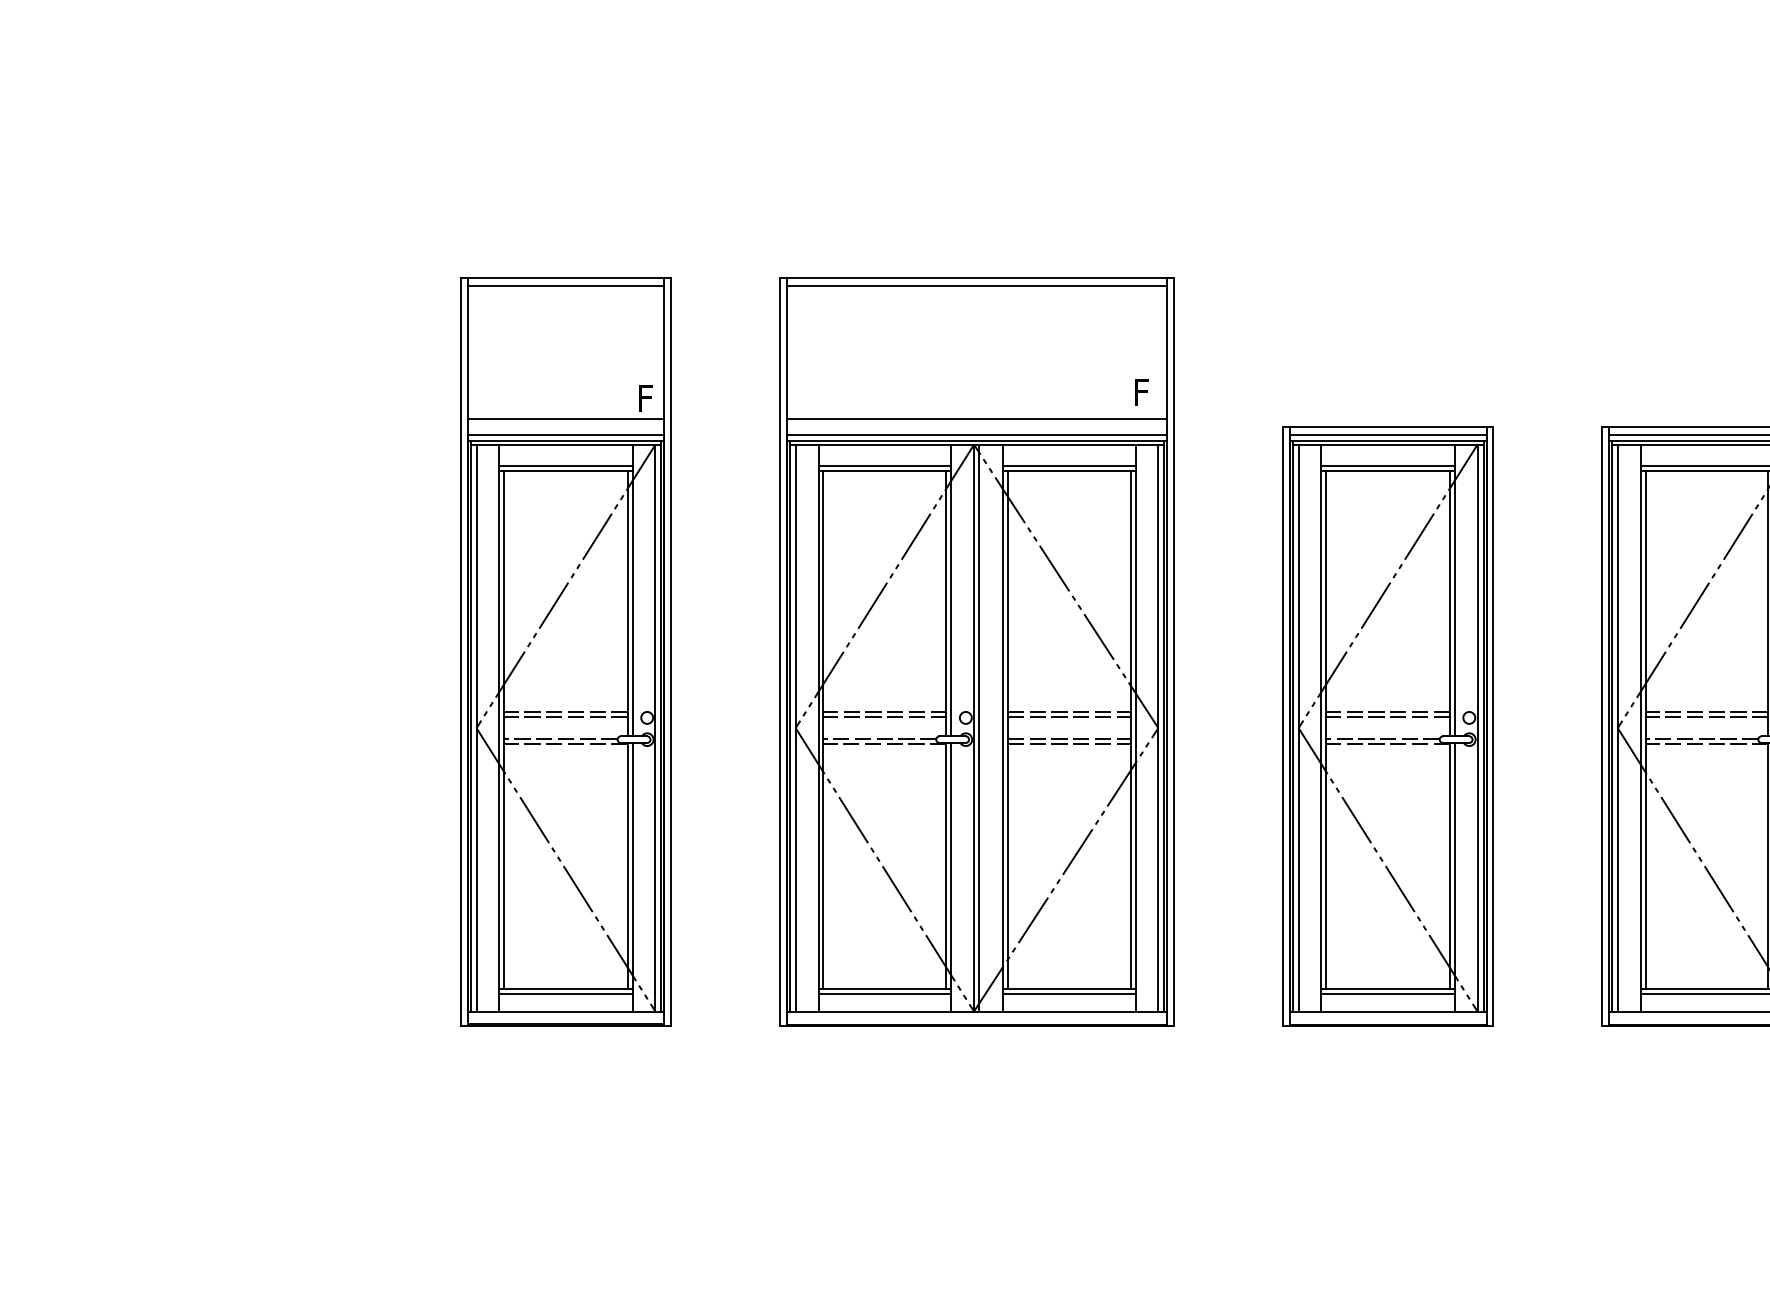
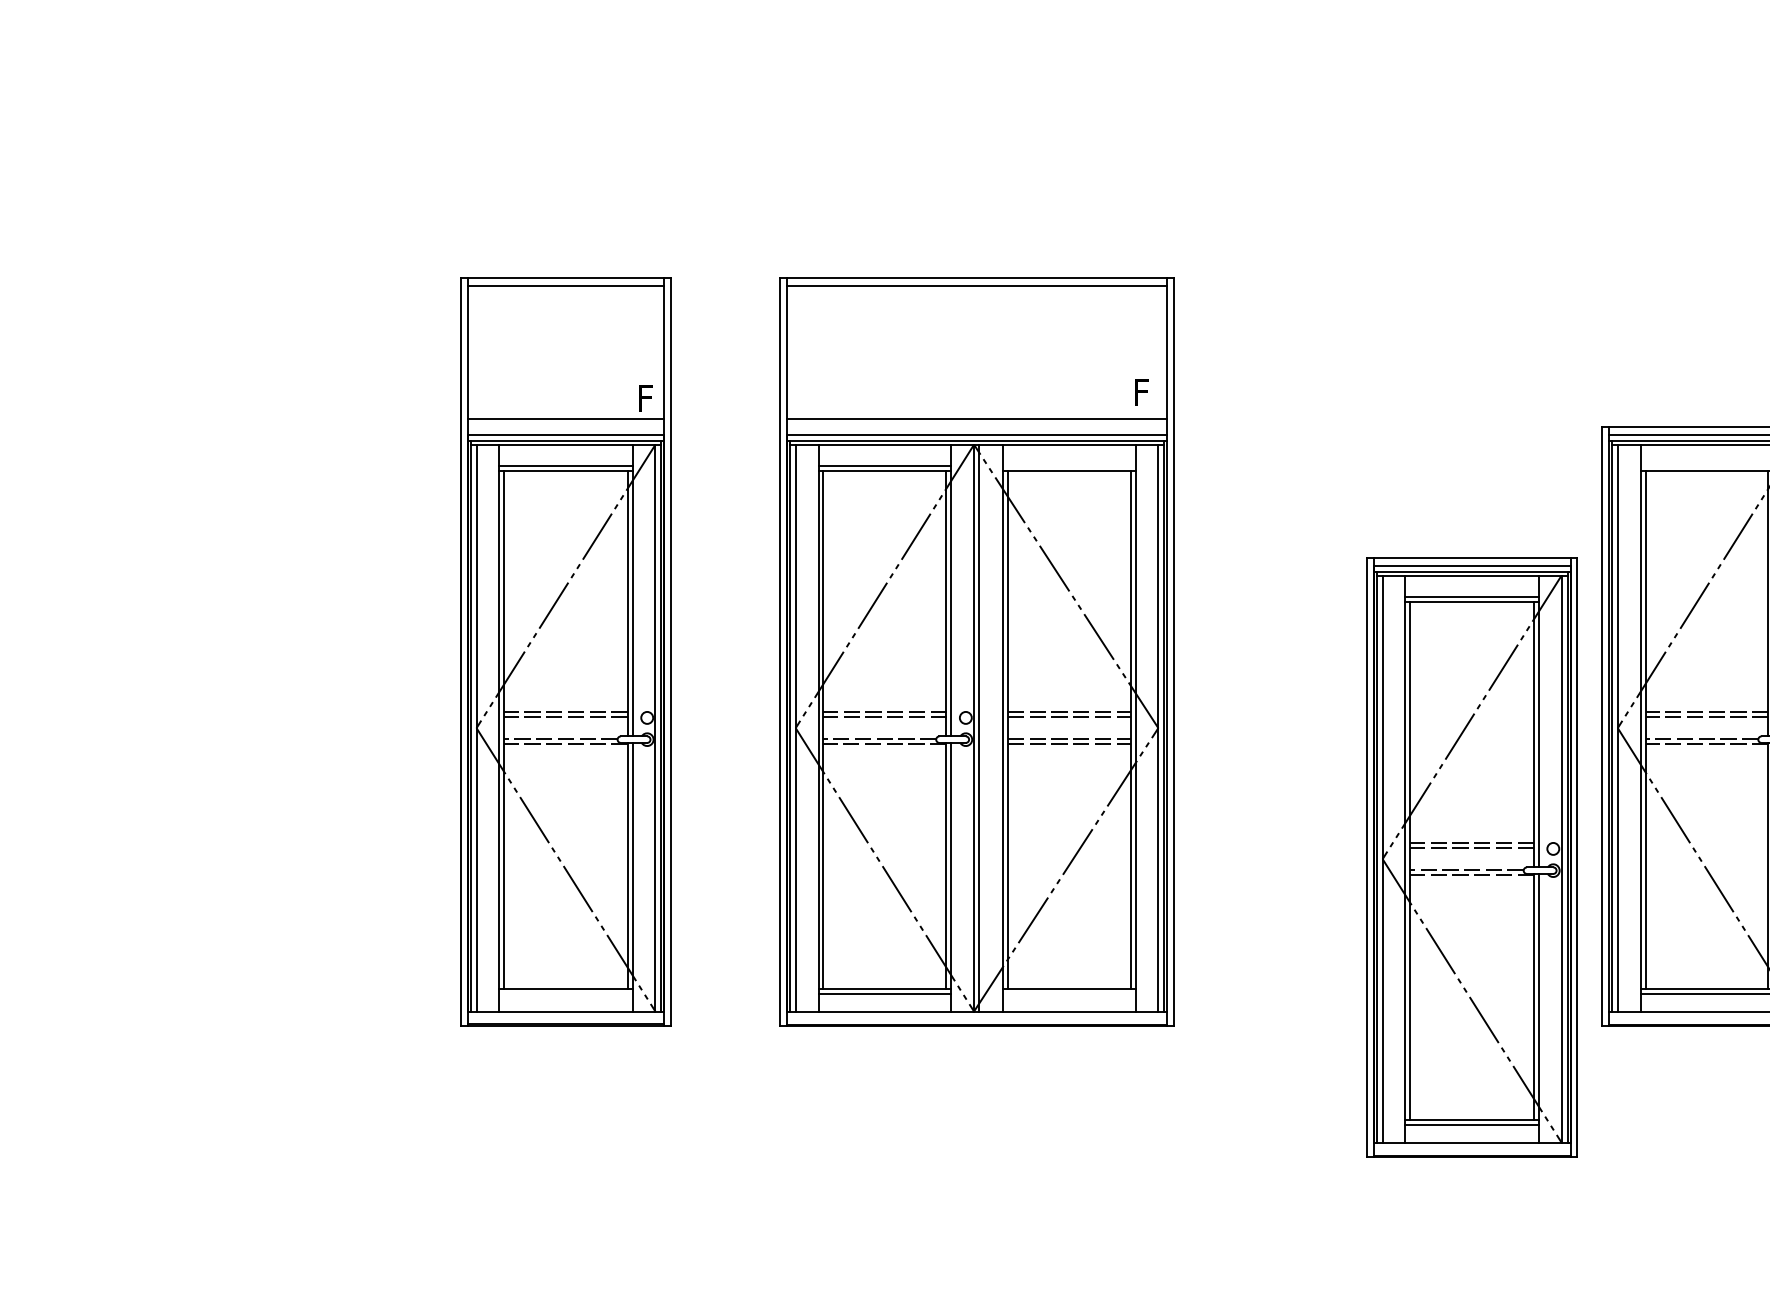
line at (1068, 465): present -> none
line at (1703, 465): present -> none
part at (1387, 726) position: (1387, 726) -> (1471, 857)
line at (565, 993): present -> none
line at (1068, 993): present -> none
